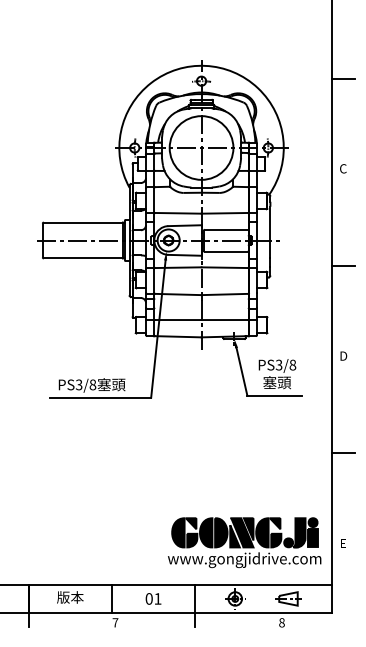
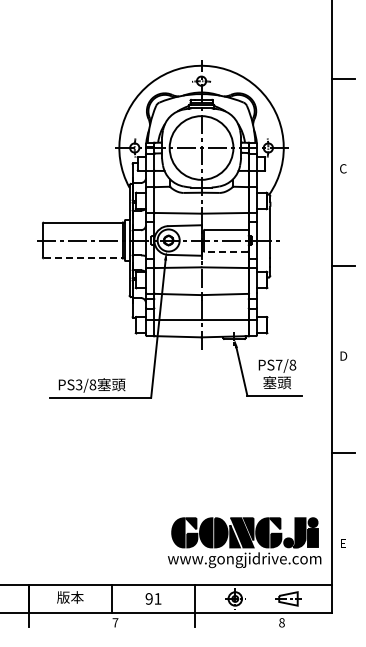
line at (226, 251): solid -> dashed
line at (83, 258): solid -> dashed
text at (278, 364): PS3/8 -> PS7/8
text at (148, 598): 01 -> 91
